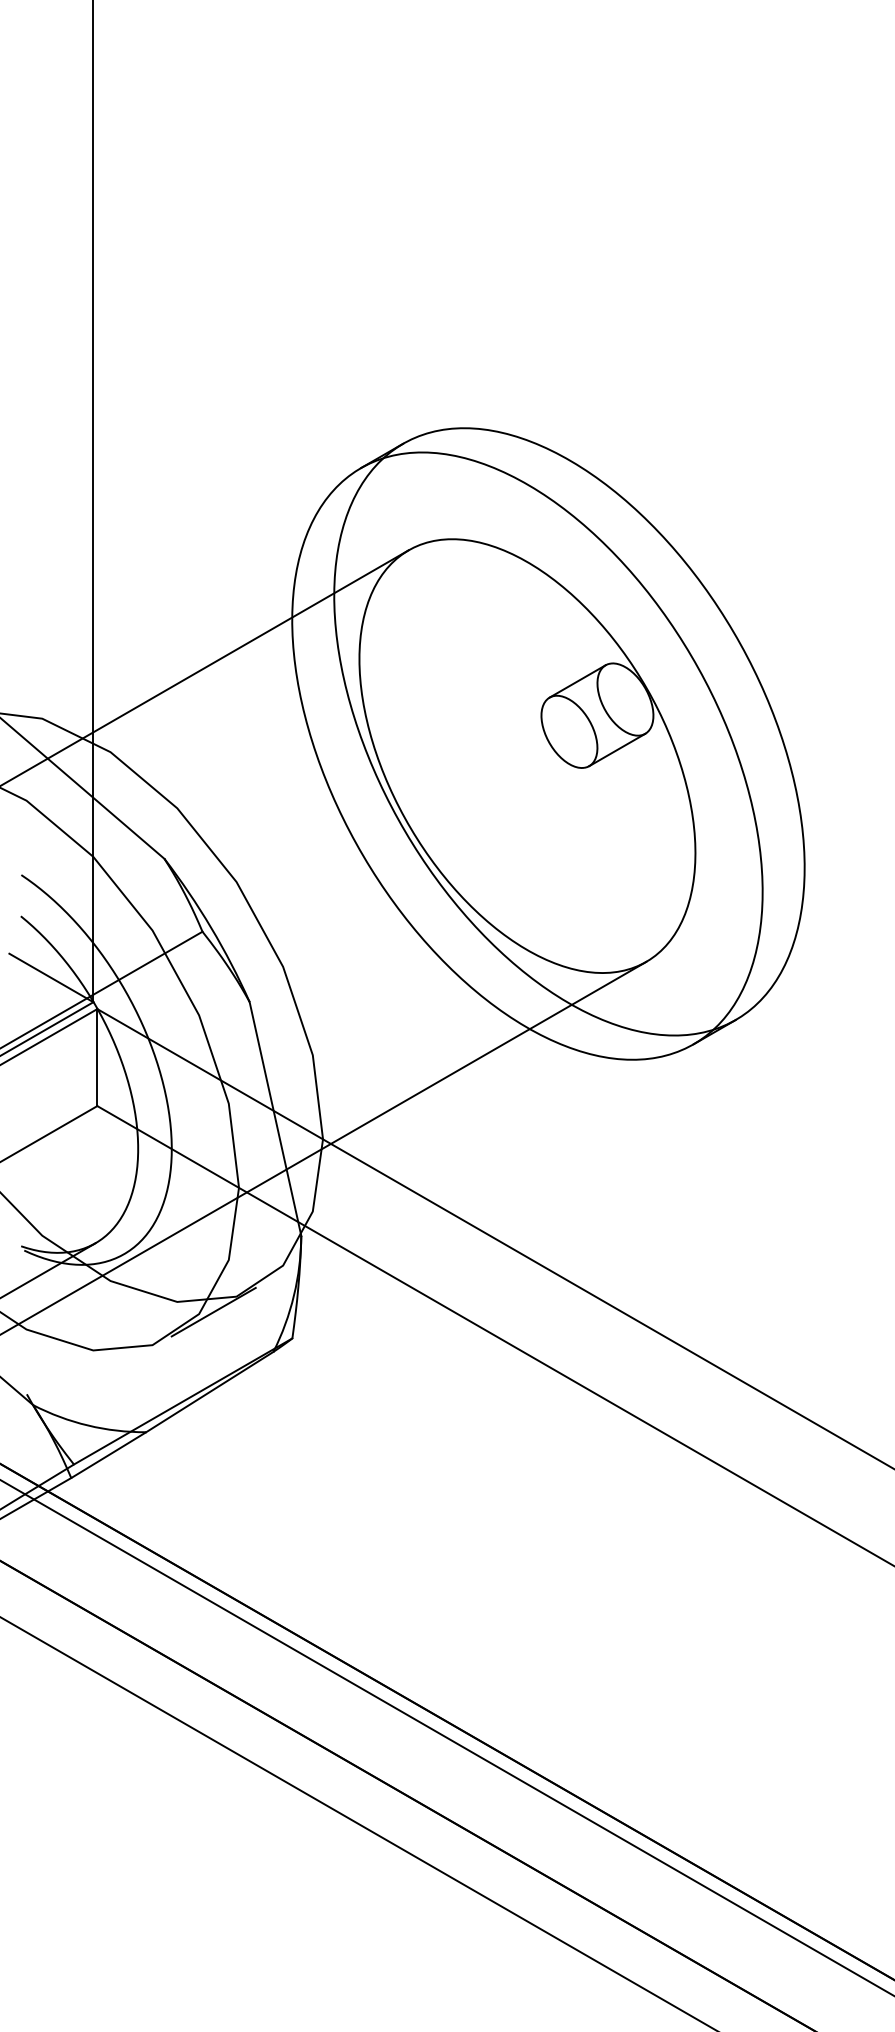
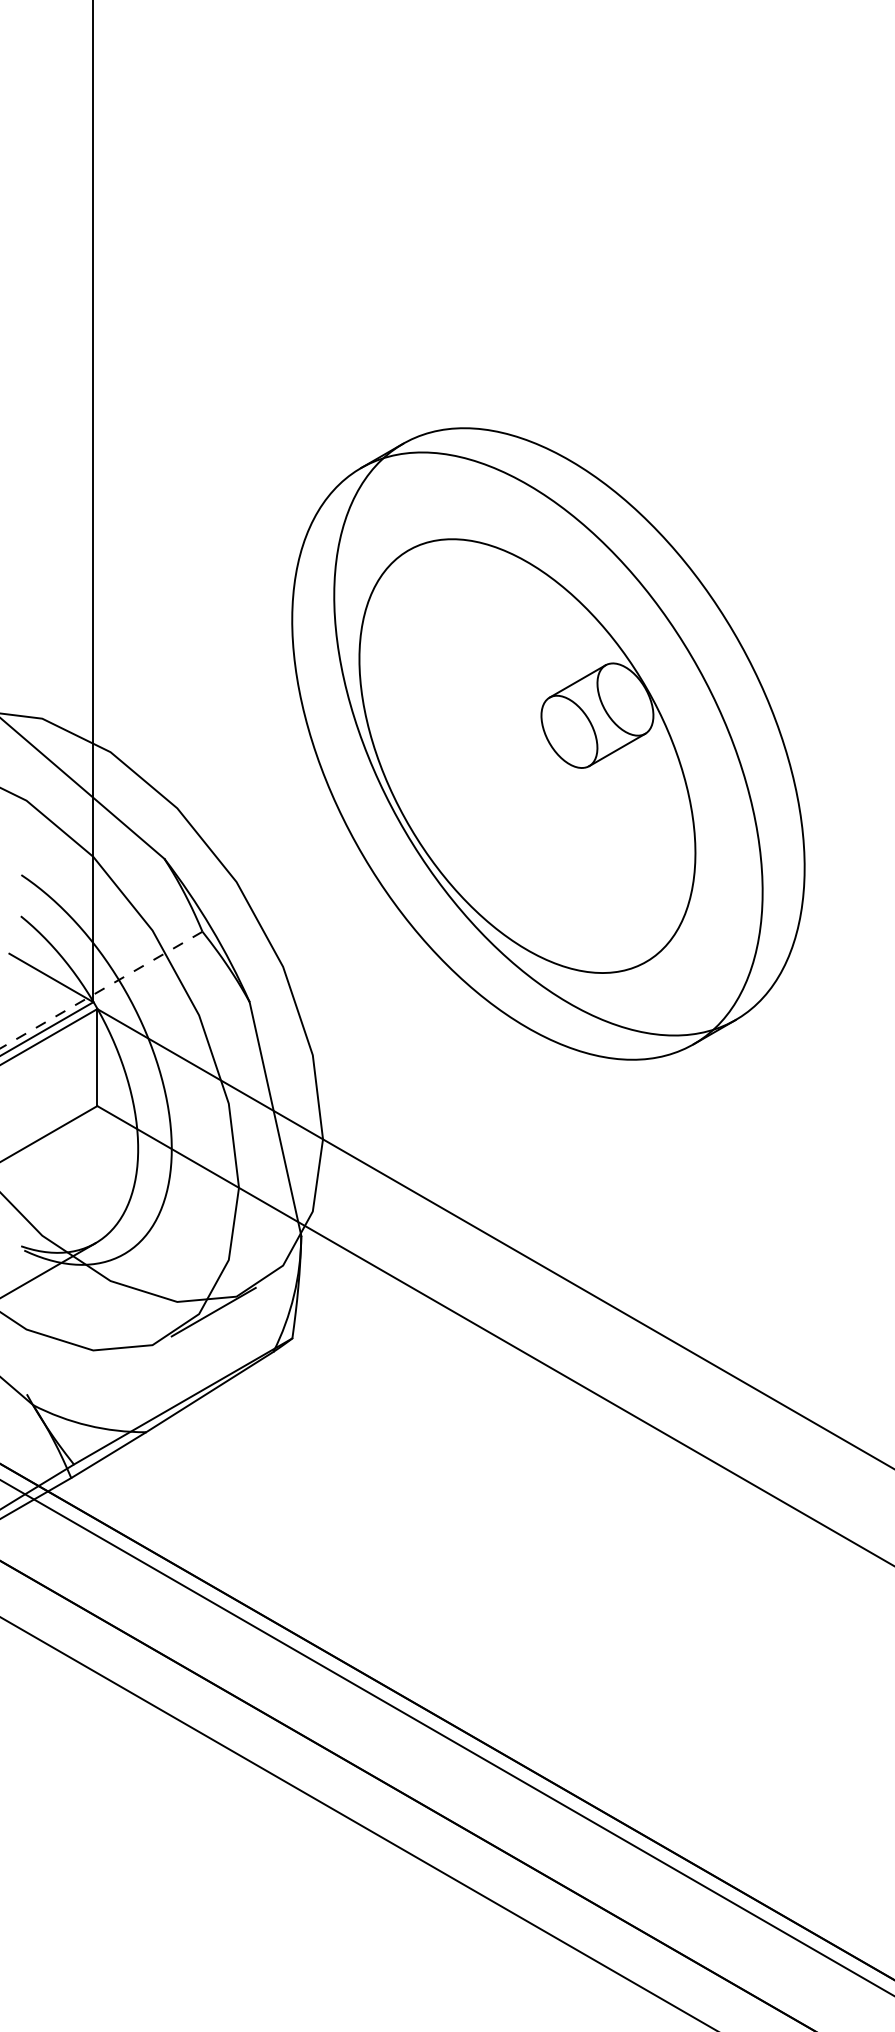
line at (205, 667): present -> none
line at (101, 990): solid -> dashed
line at (324, 1147): present -> none
